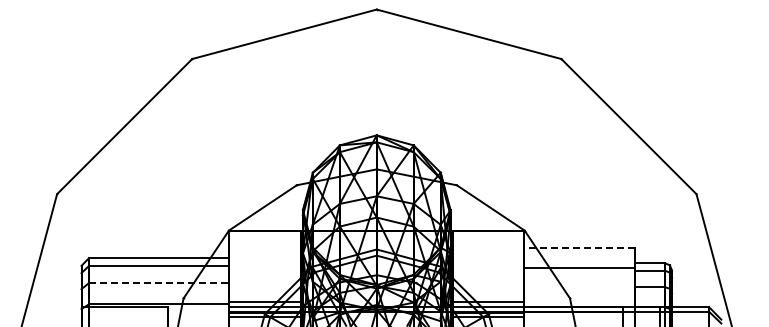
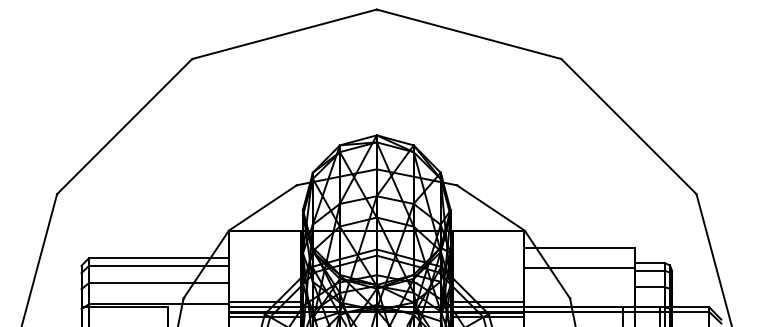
line at (579, 248): dashed -> solid
line at (159, 283): dashed -> solid
